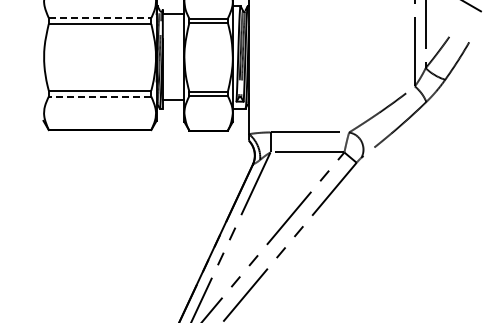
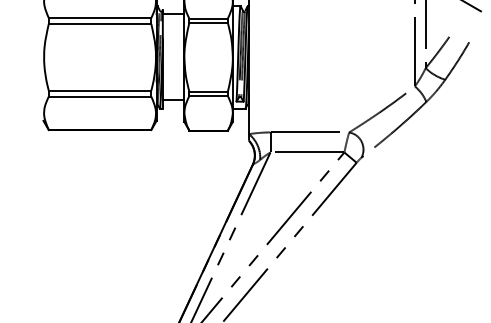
line at (100, 18): dashed -> solid
line at (99, 96): dashed -> solid
